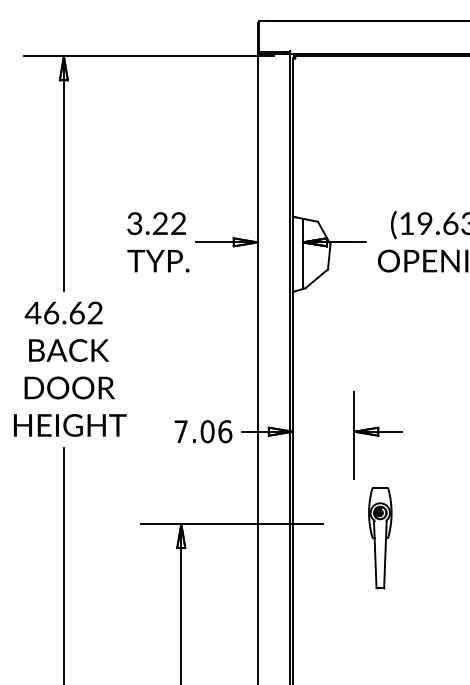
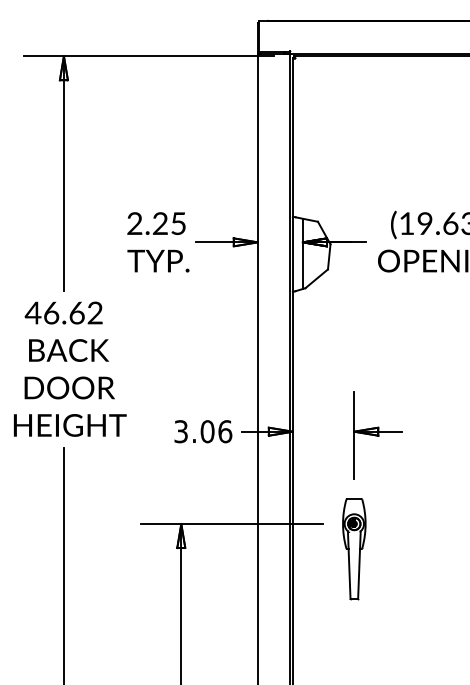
text at (156, 223): 3.22 -> 2.25
text at (180, 431): 7.06 -> 3.06
part at (380, 538) position: (380, 538) -> (354, 549)
